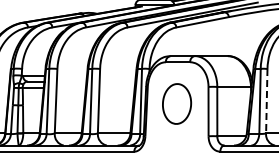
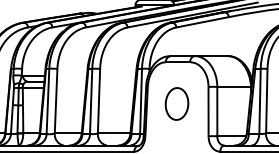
line at (266, 101): dashed -> solid
part at (177, 103) size: 31x42 px -> 26x34 px
